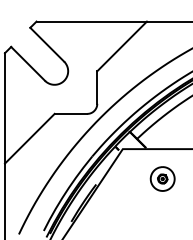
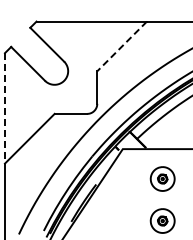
line at (121, 46): solid -> dashed
line at (4, 108): solid -> dashed
part at (162, 220): none -> present
